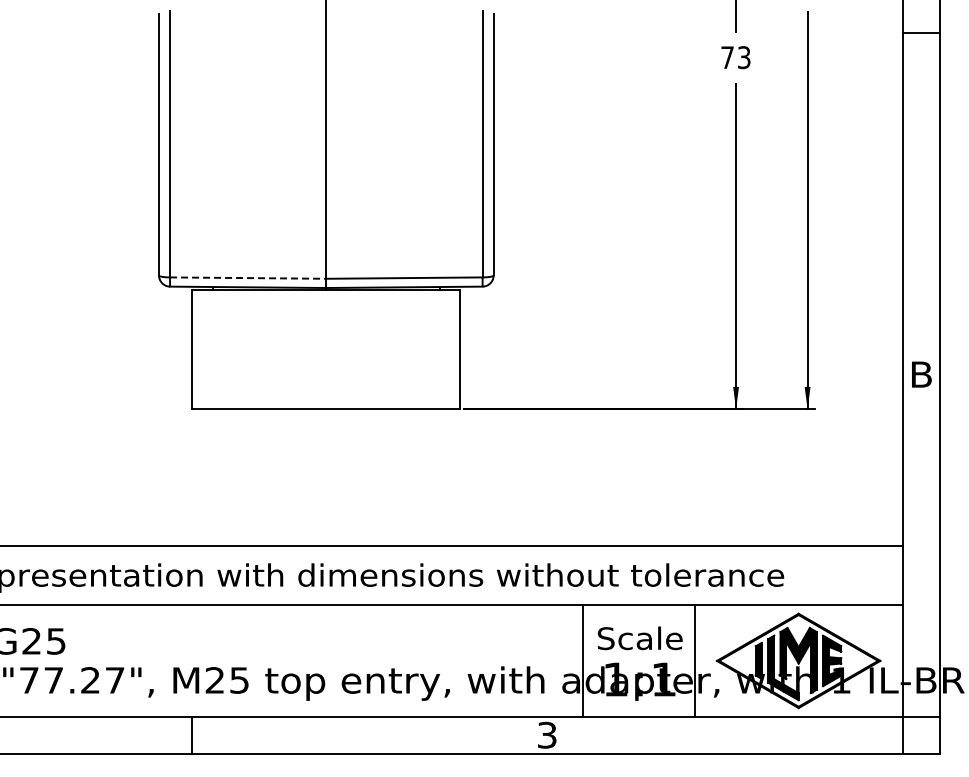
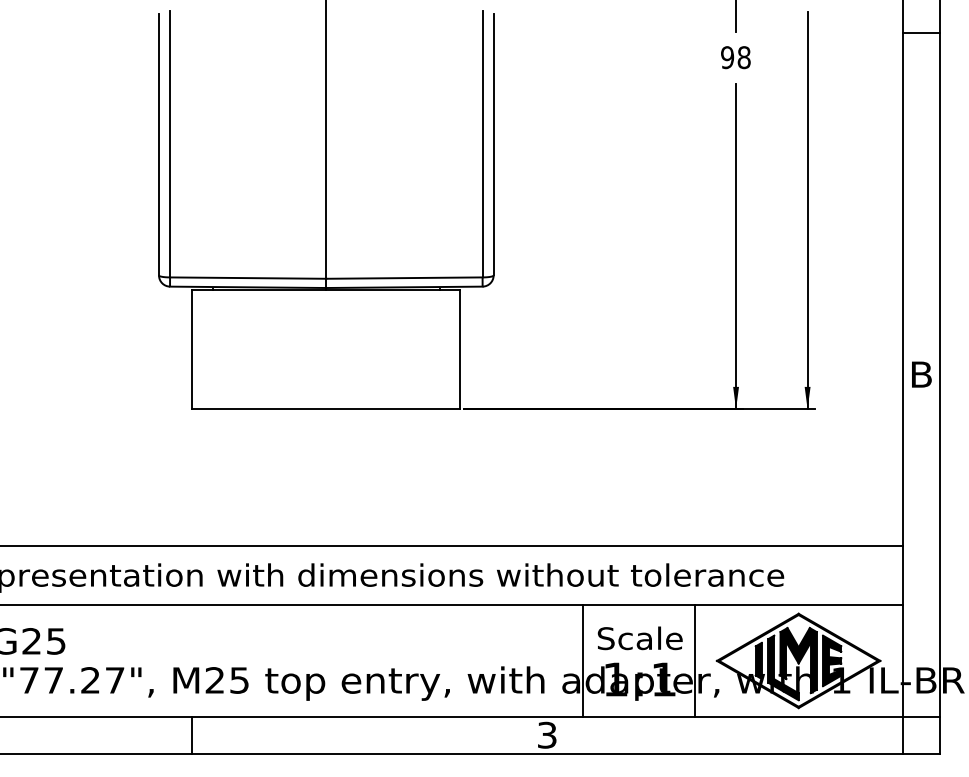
text at (735, 57): 73 -> 98
line at (248, 278): dashed -> solid
